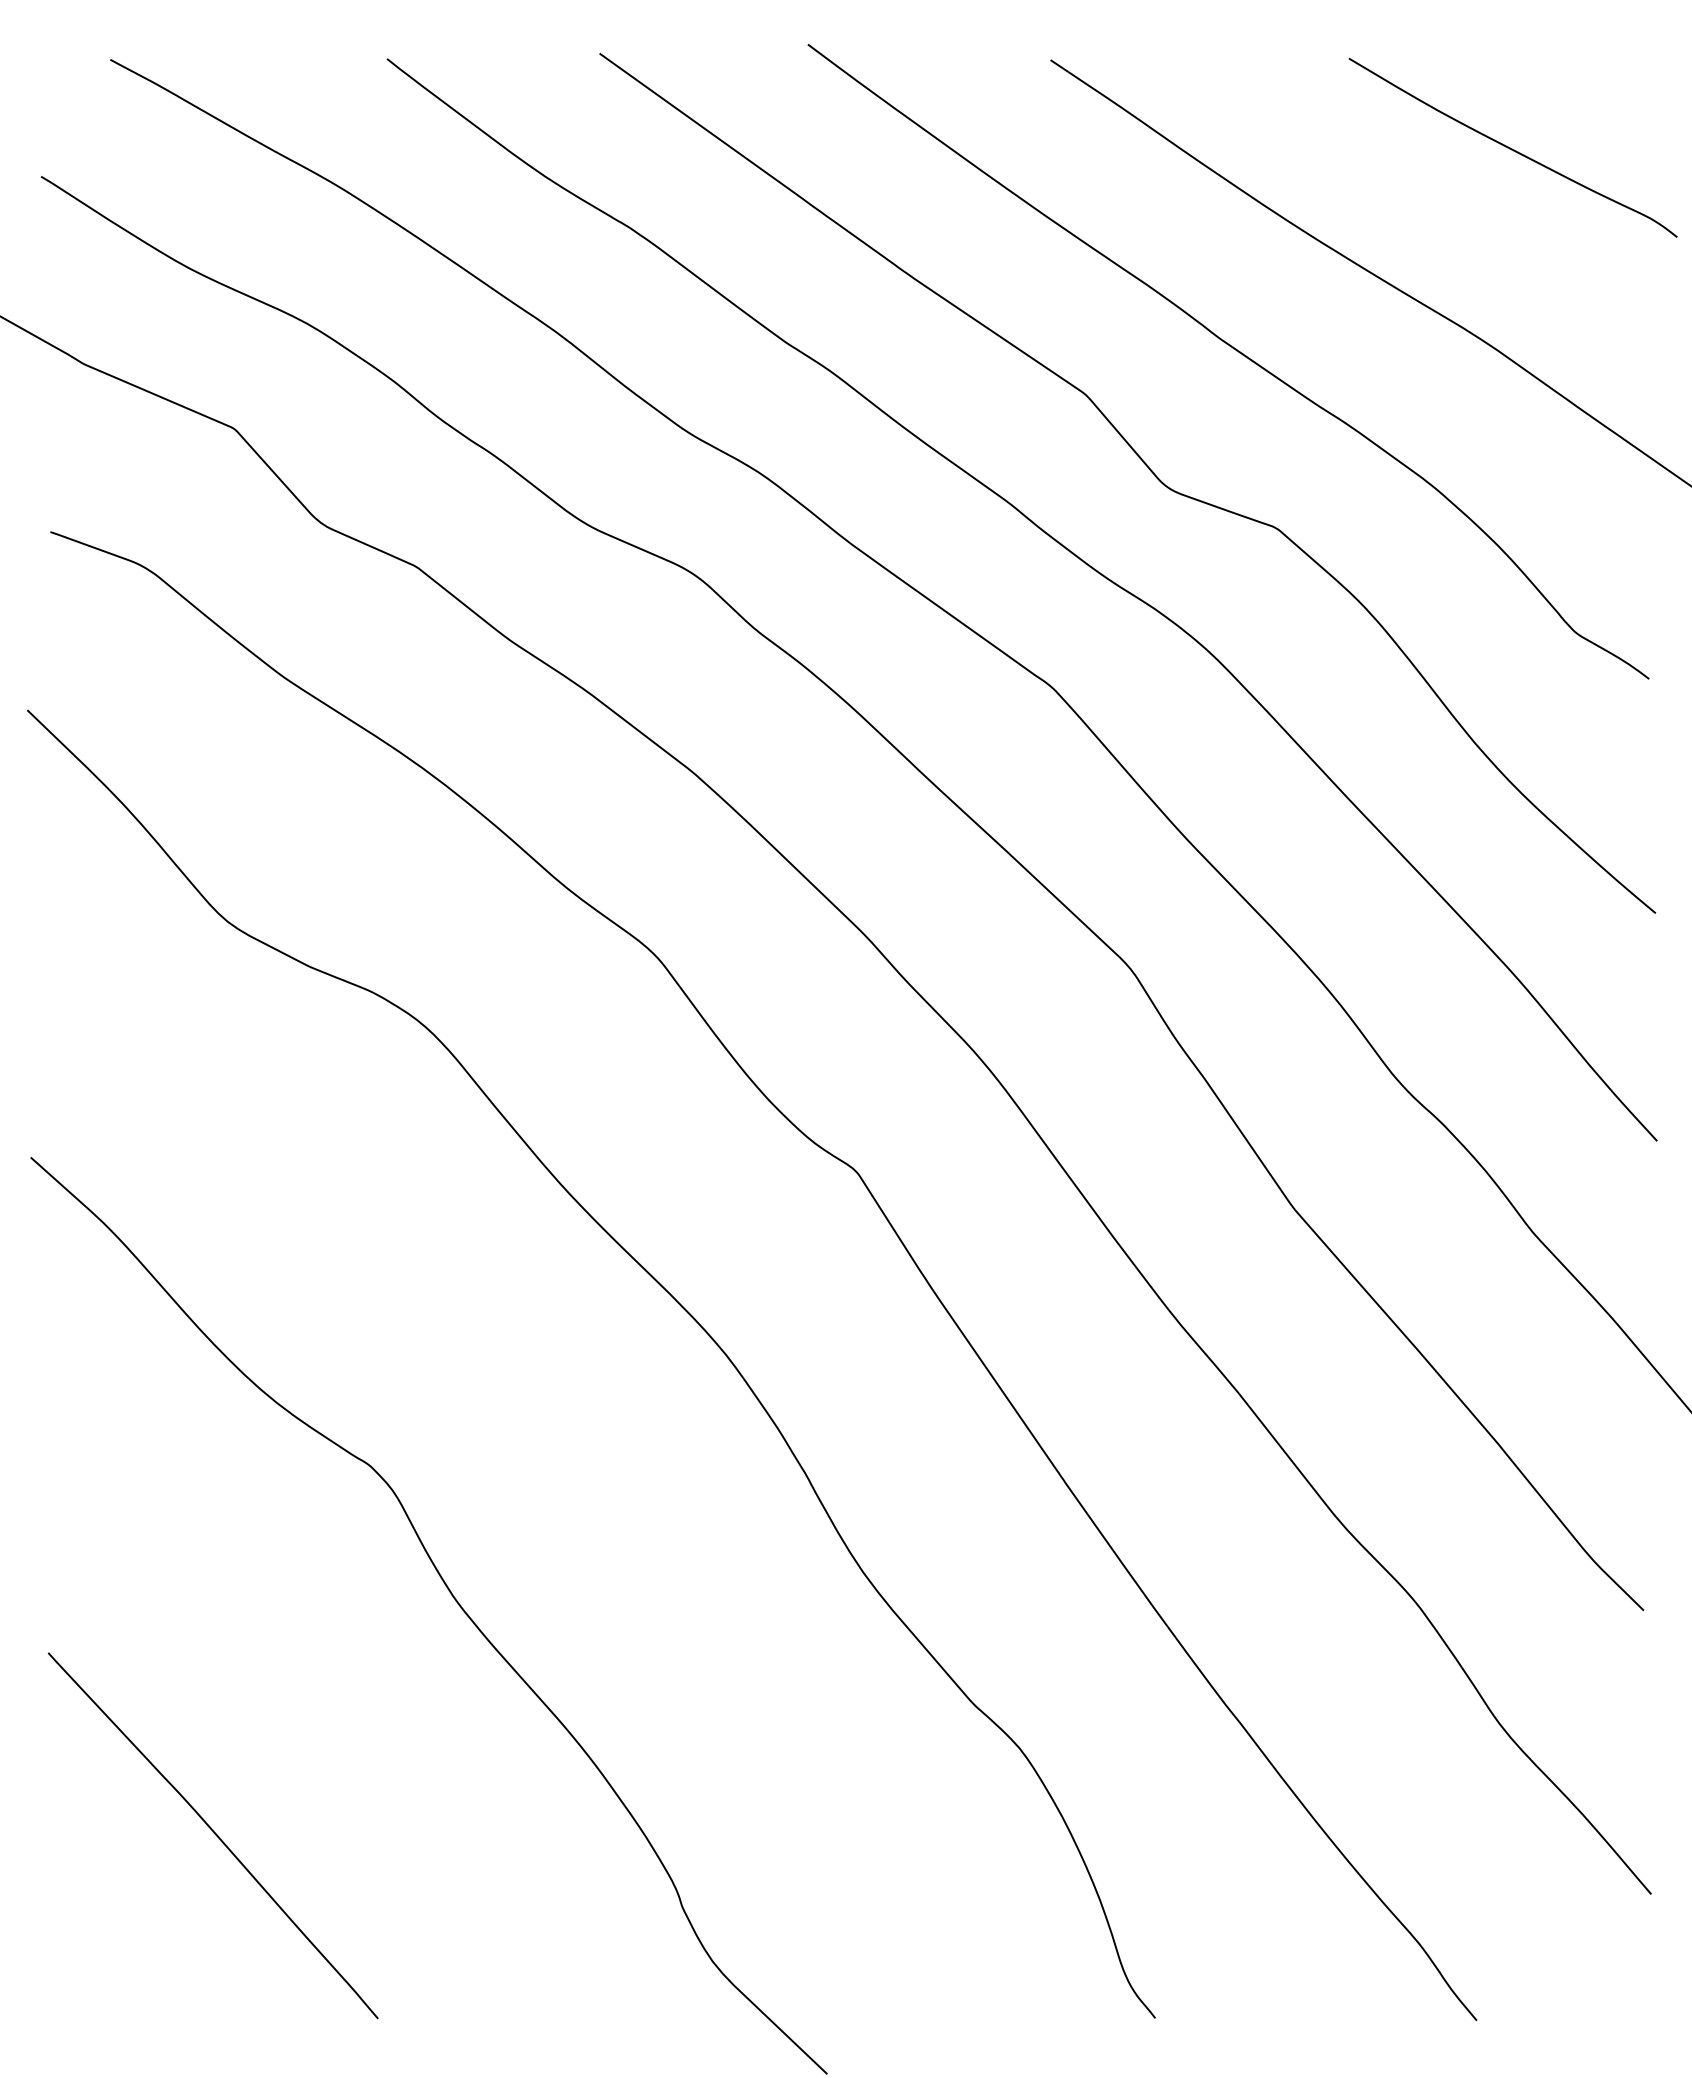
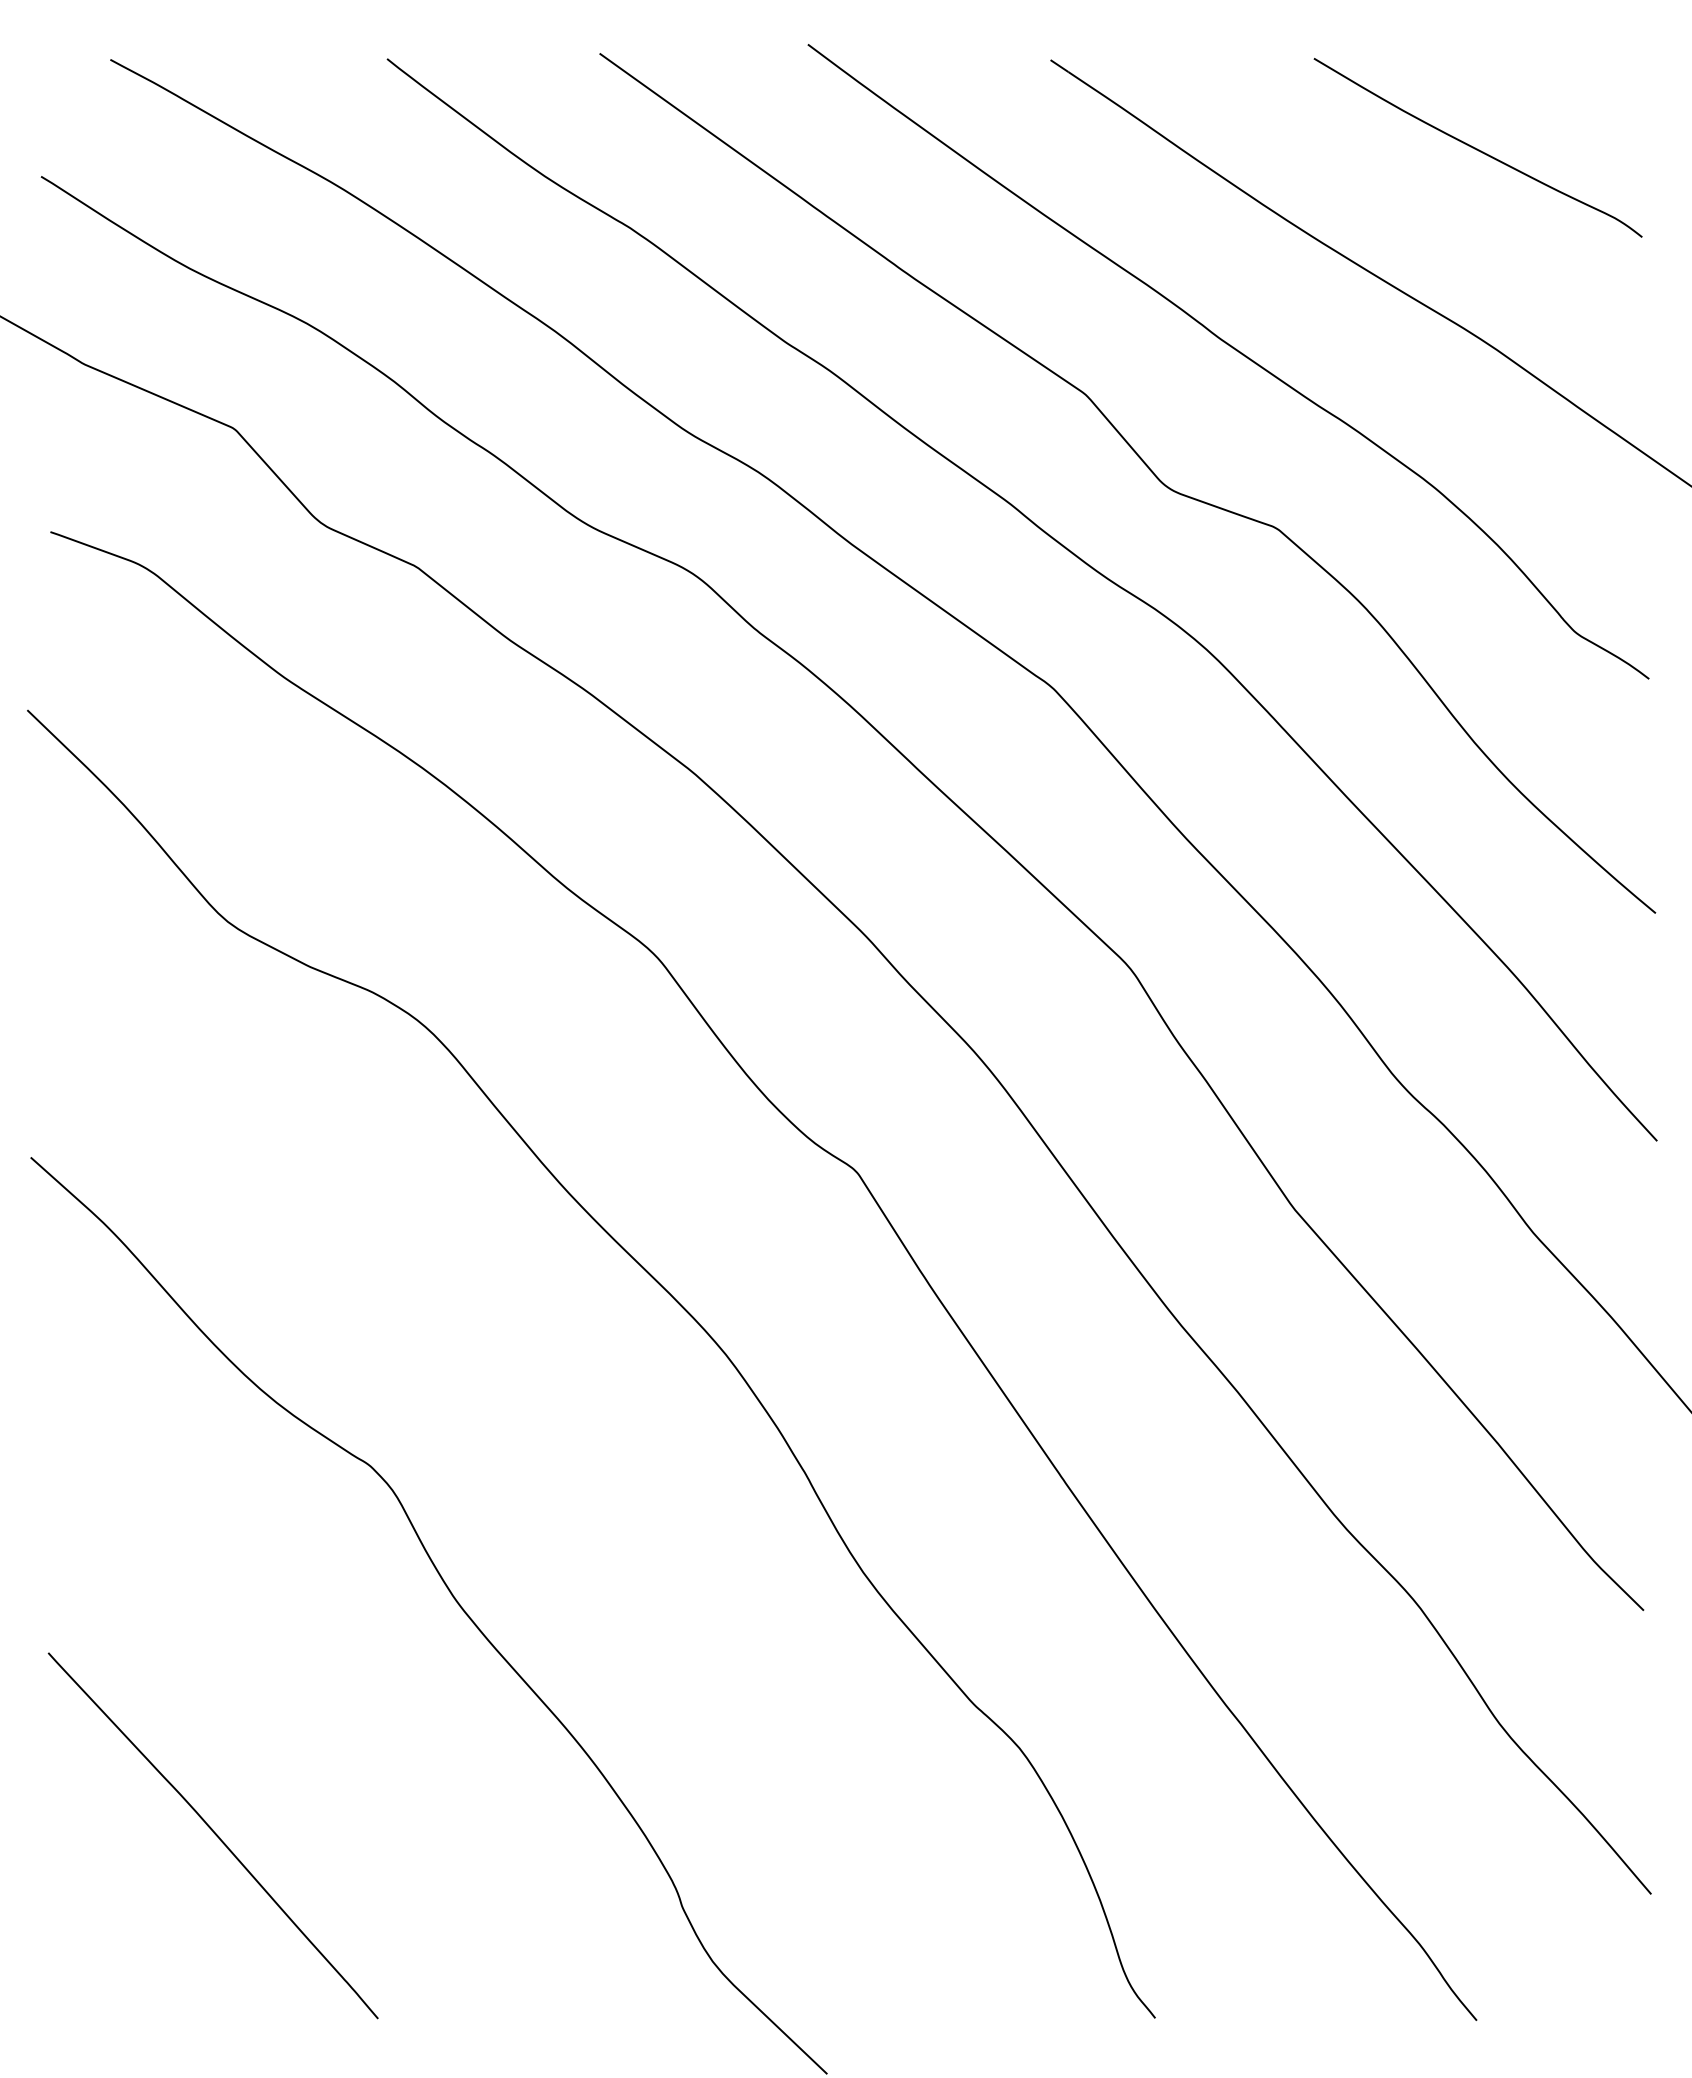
curve at (1512, 148) position: (1512, 148) -> (1477, 148)
